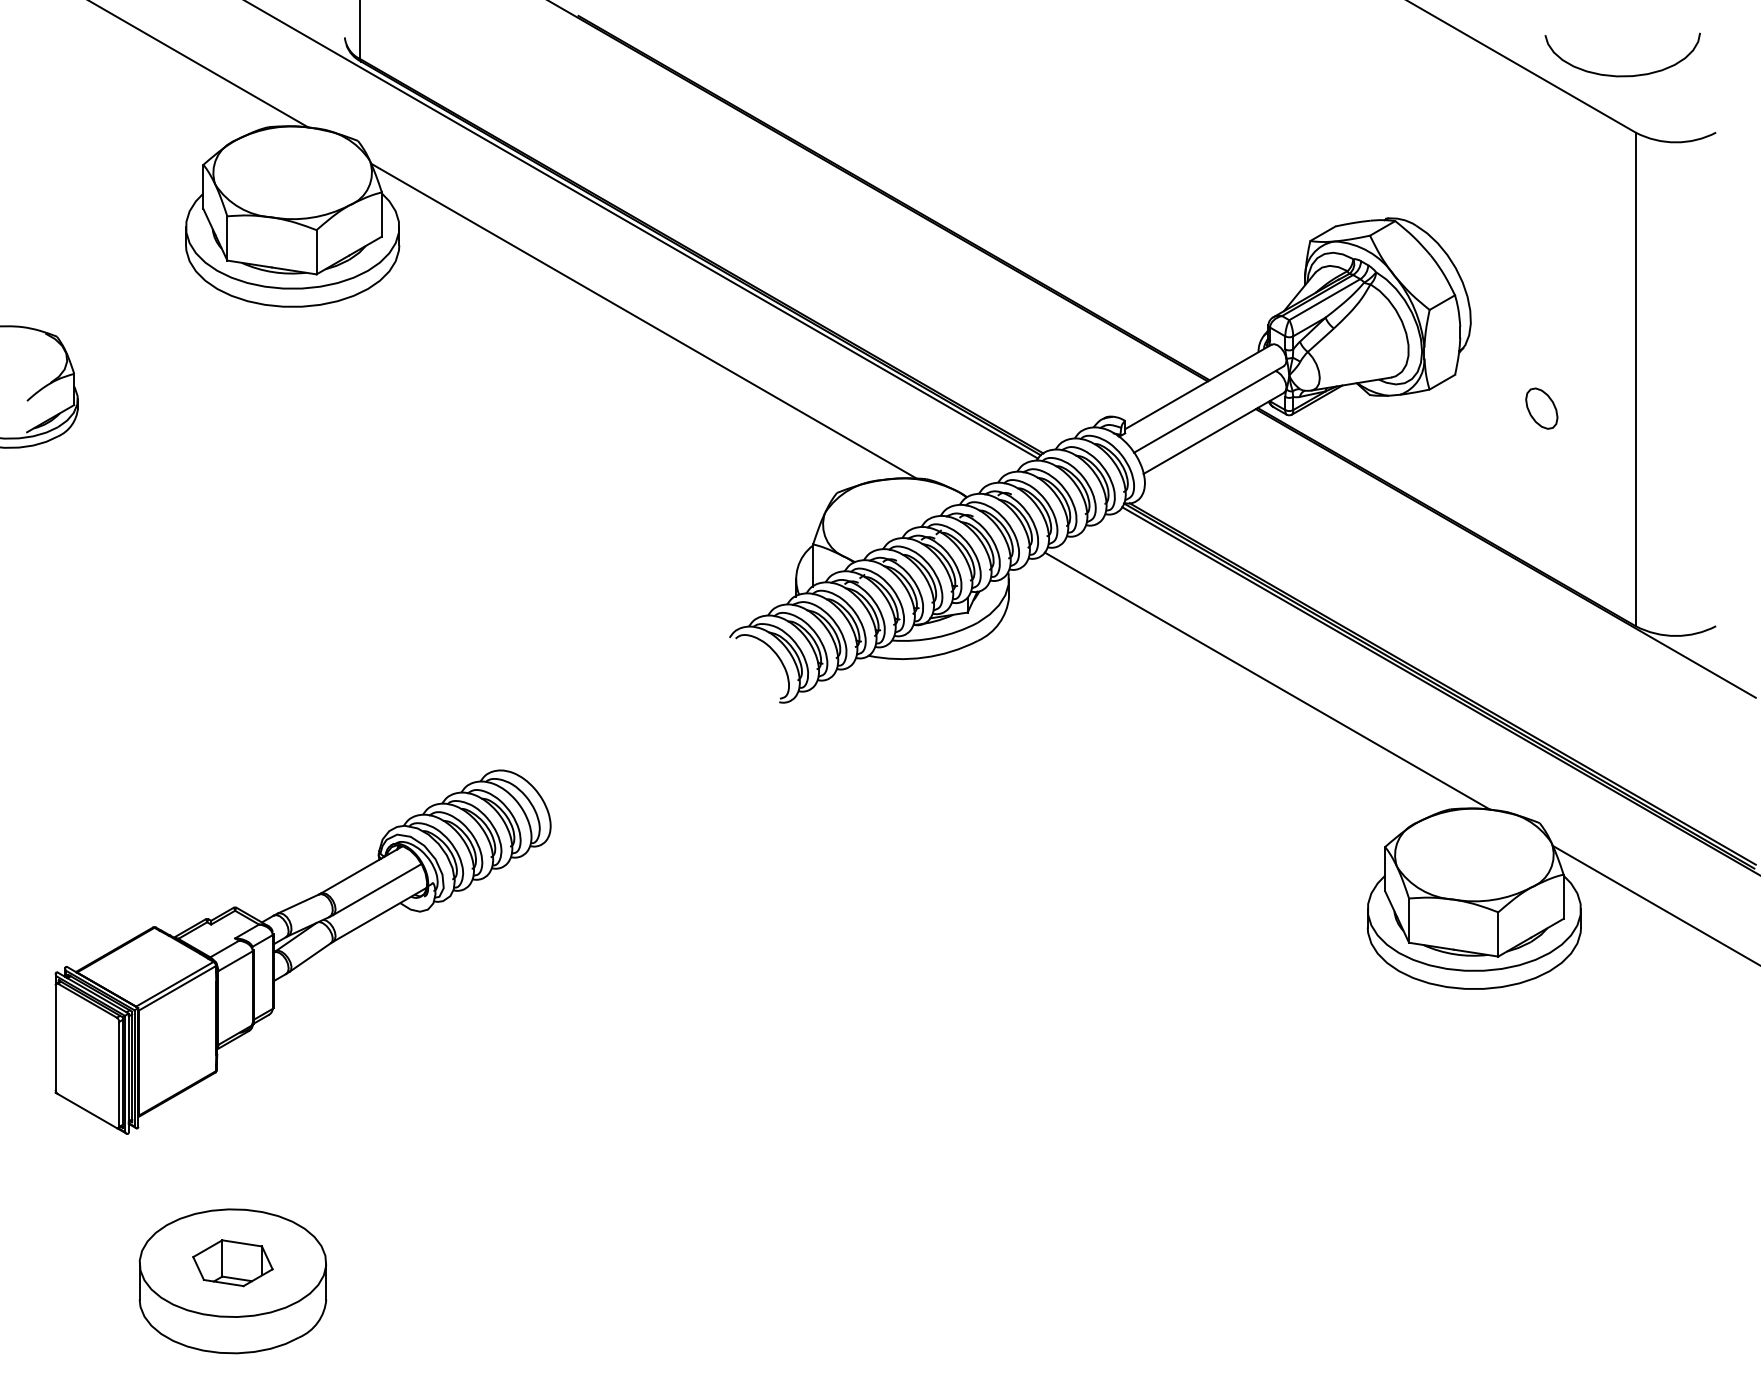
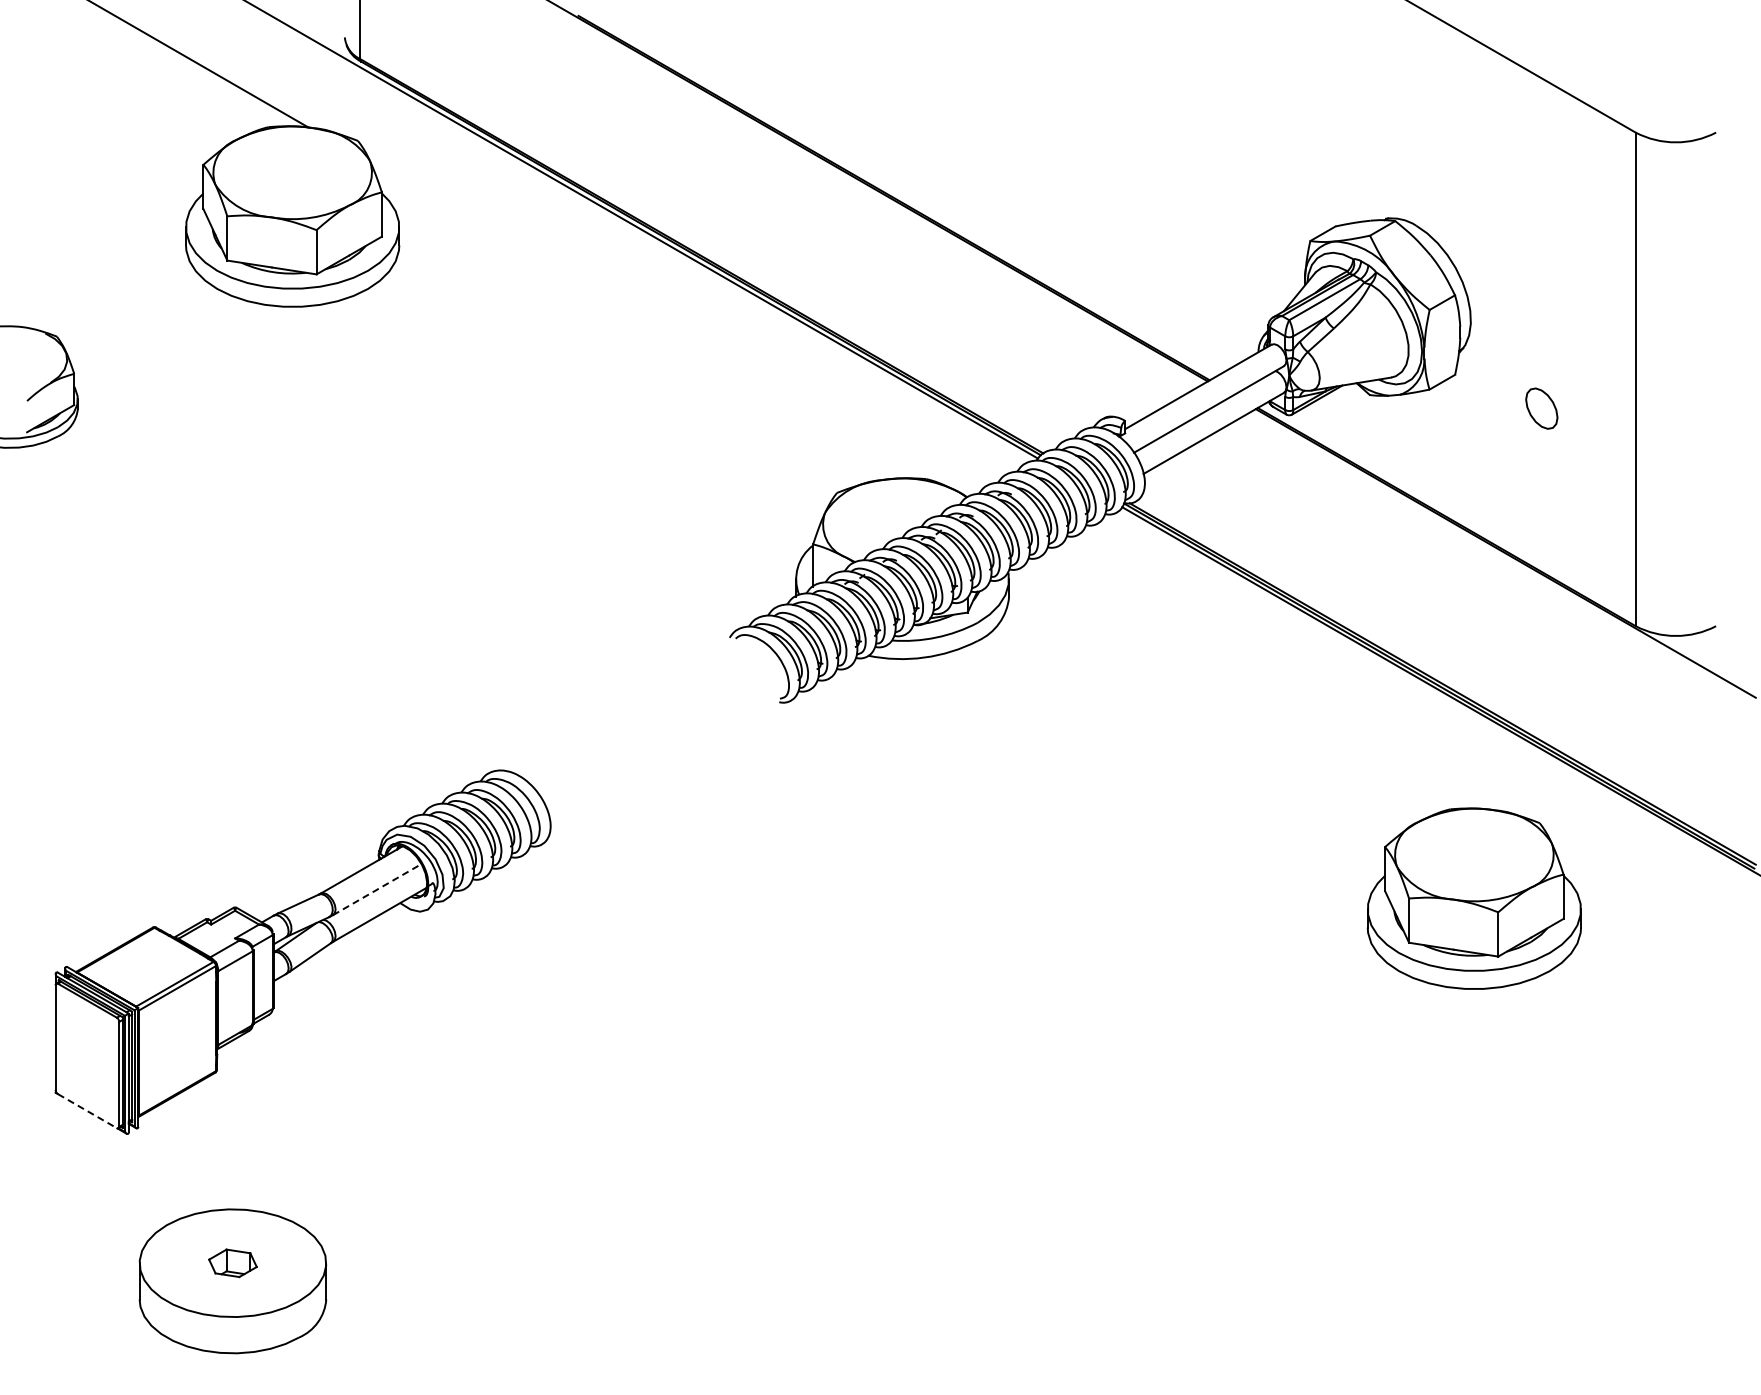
curve at (1622, 75): present -> none
line at (643, 320): present -> none
line at (1267, 680): present -> none
line at (377, 889): solid -> dashed
line at (1654, 904): present -> none
line at (87, 1111): solid -> dashed
part at (232, 1263) size: 82x49 px -> 50x31 px
